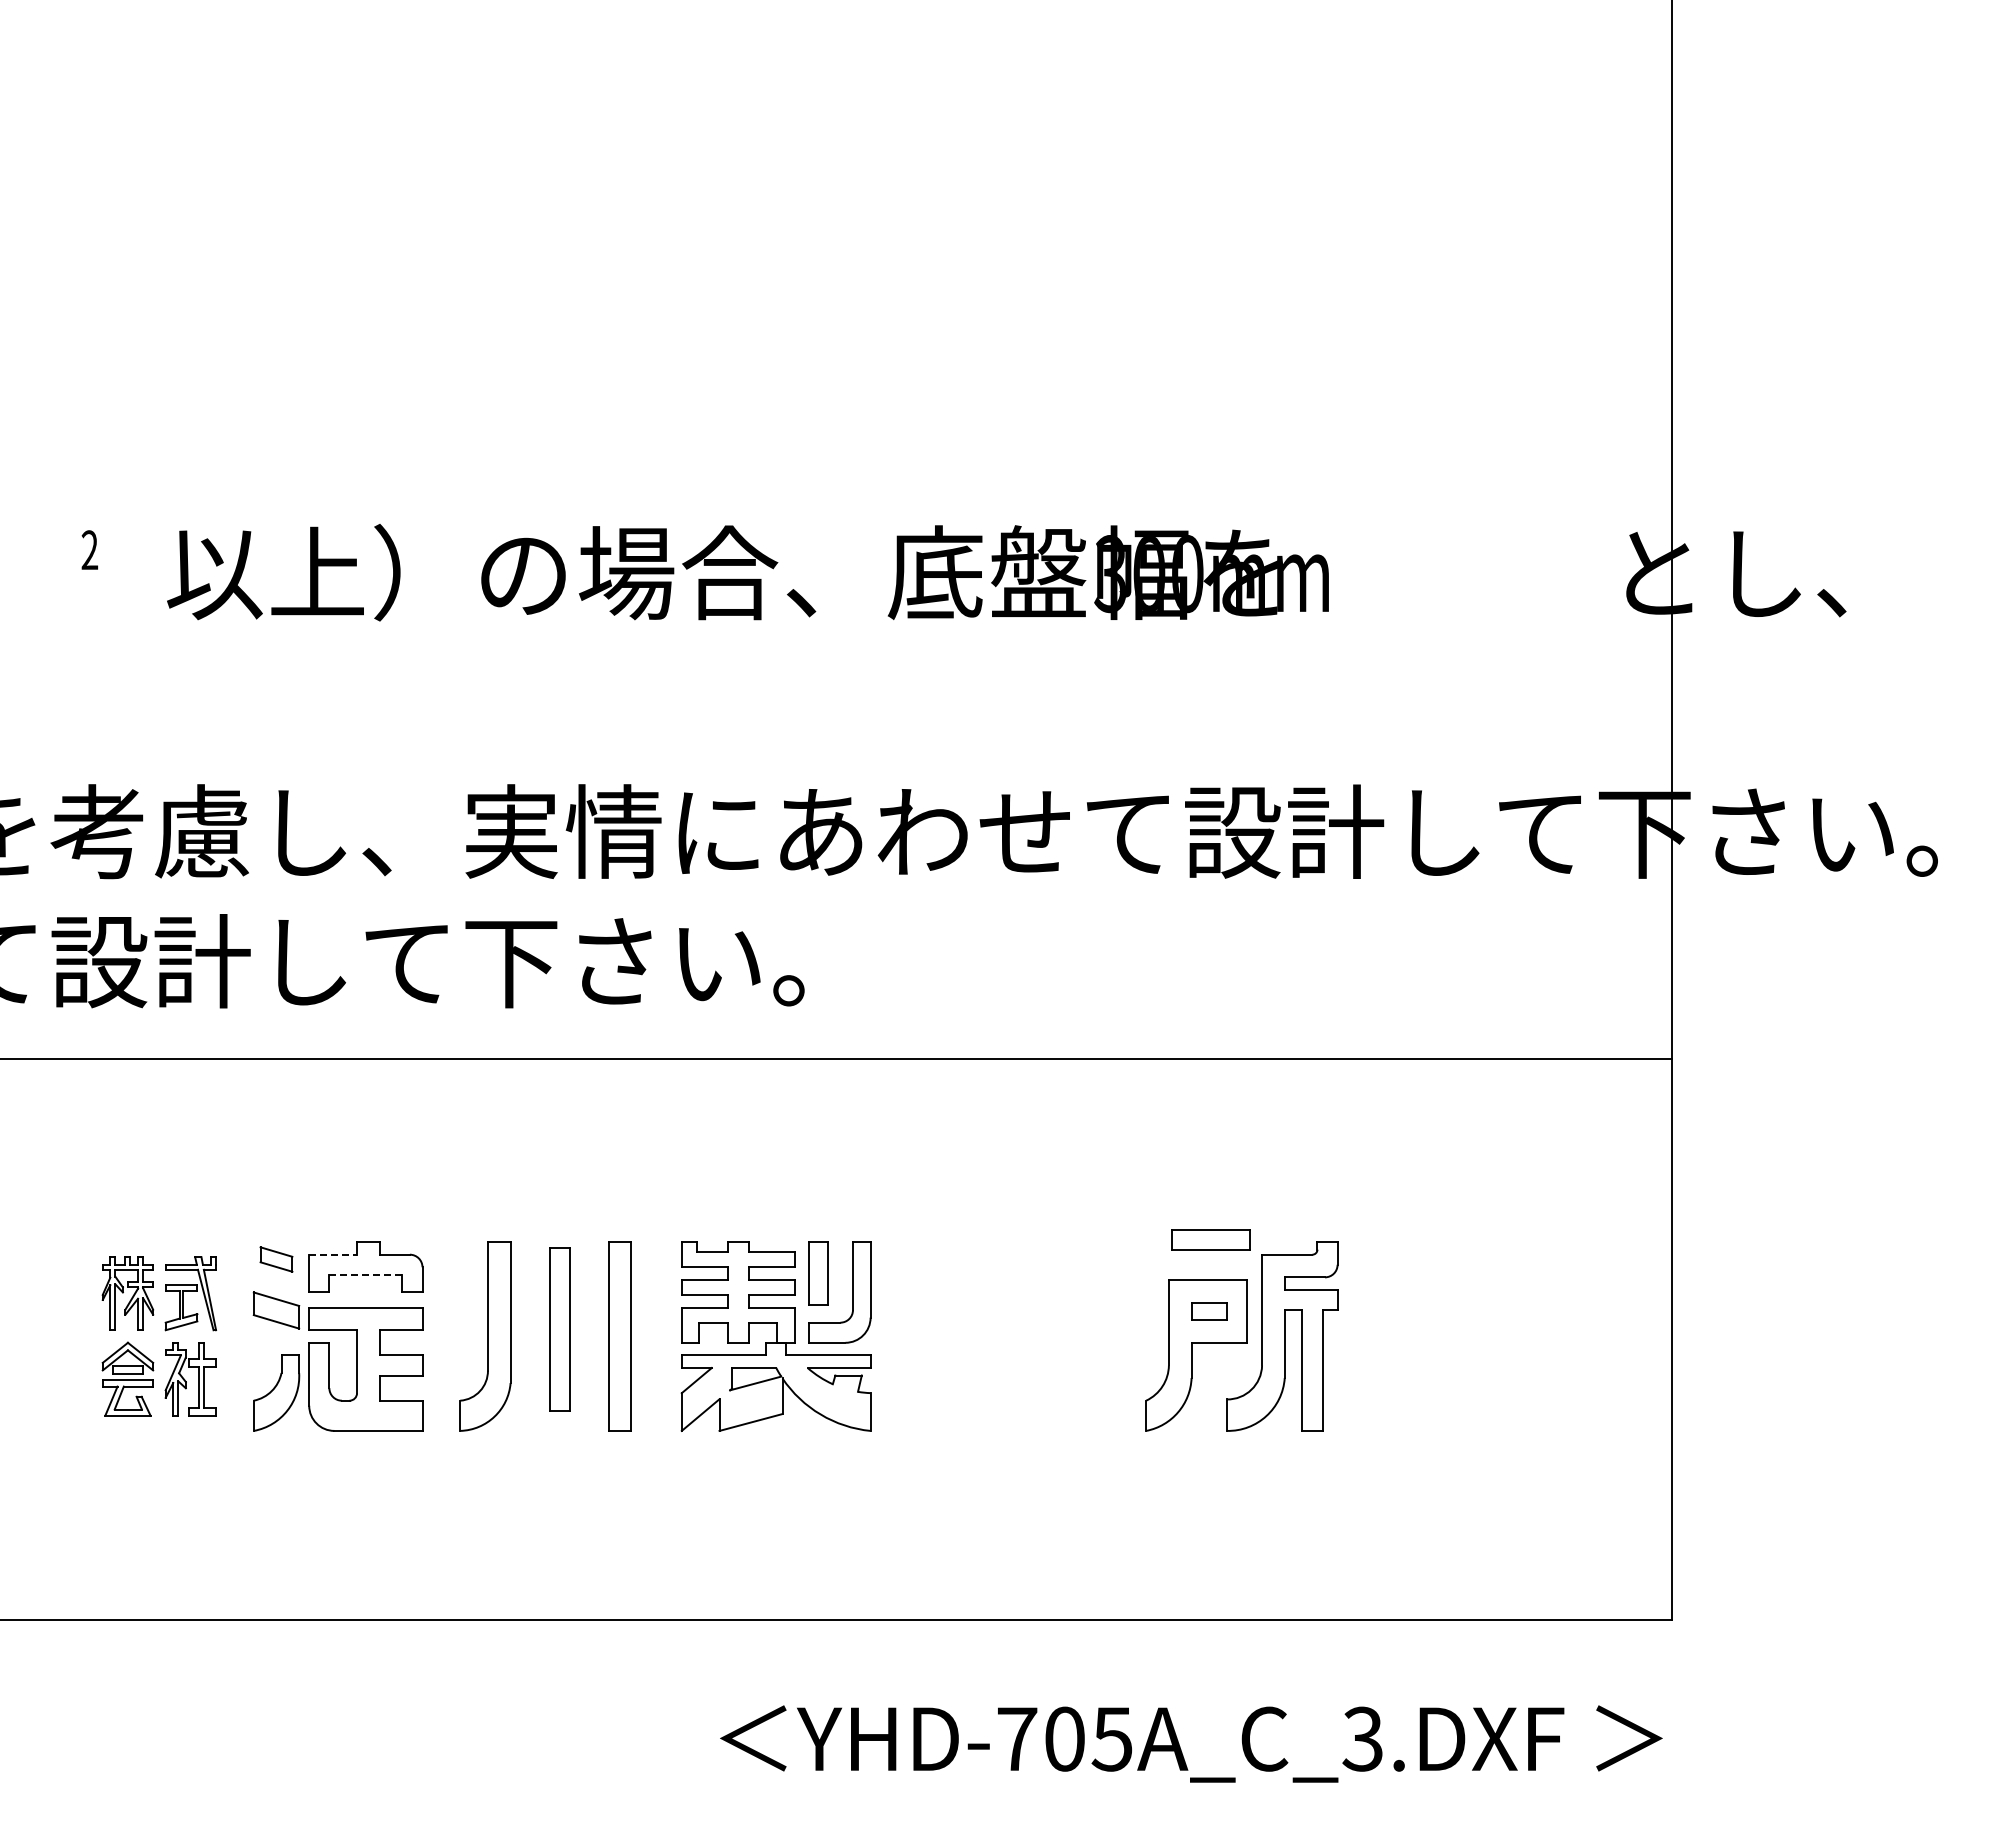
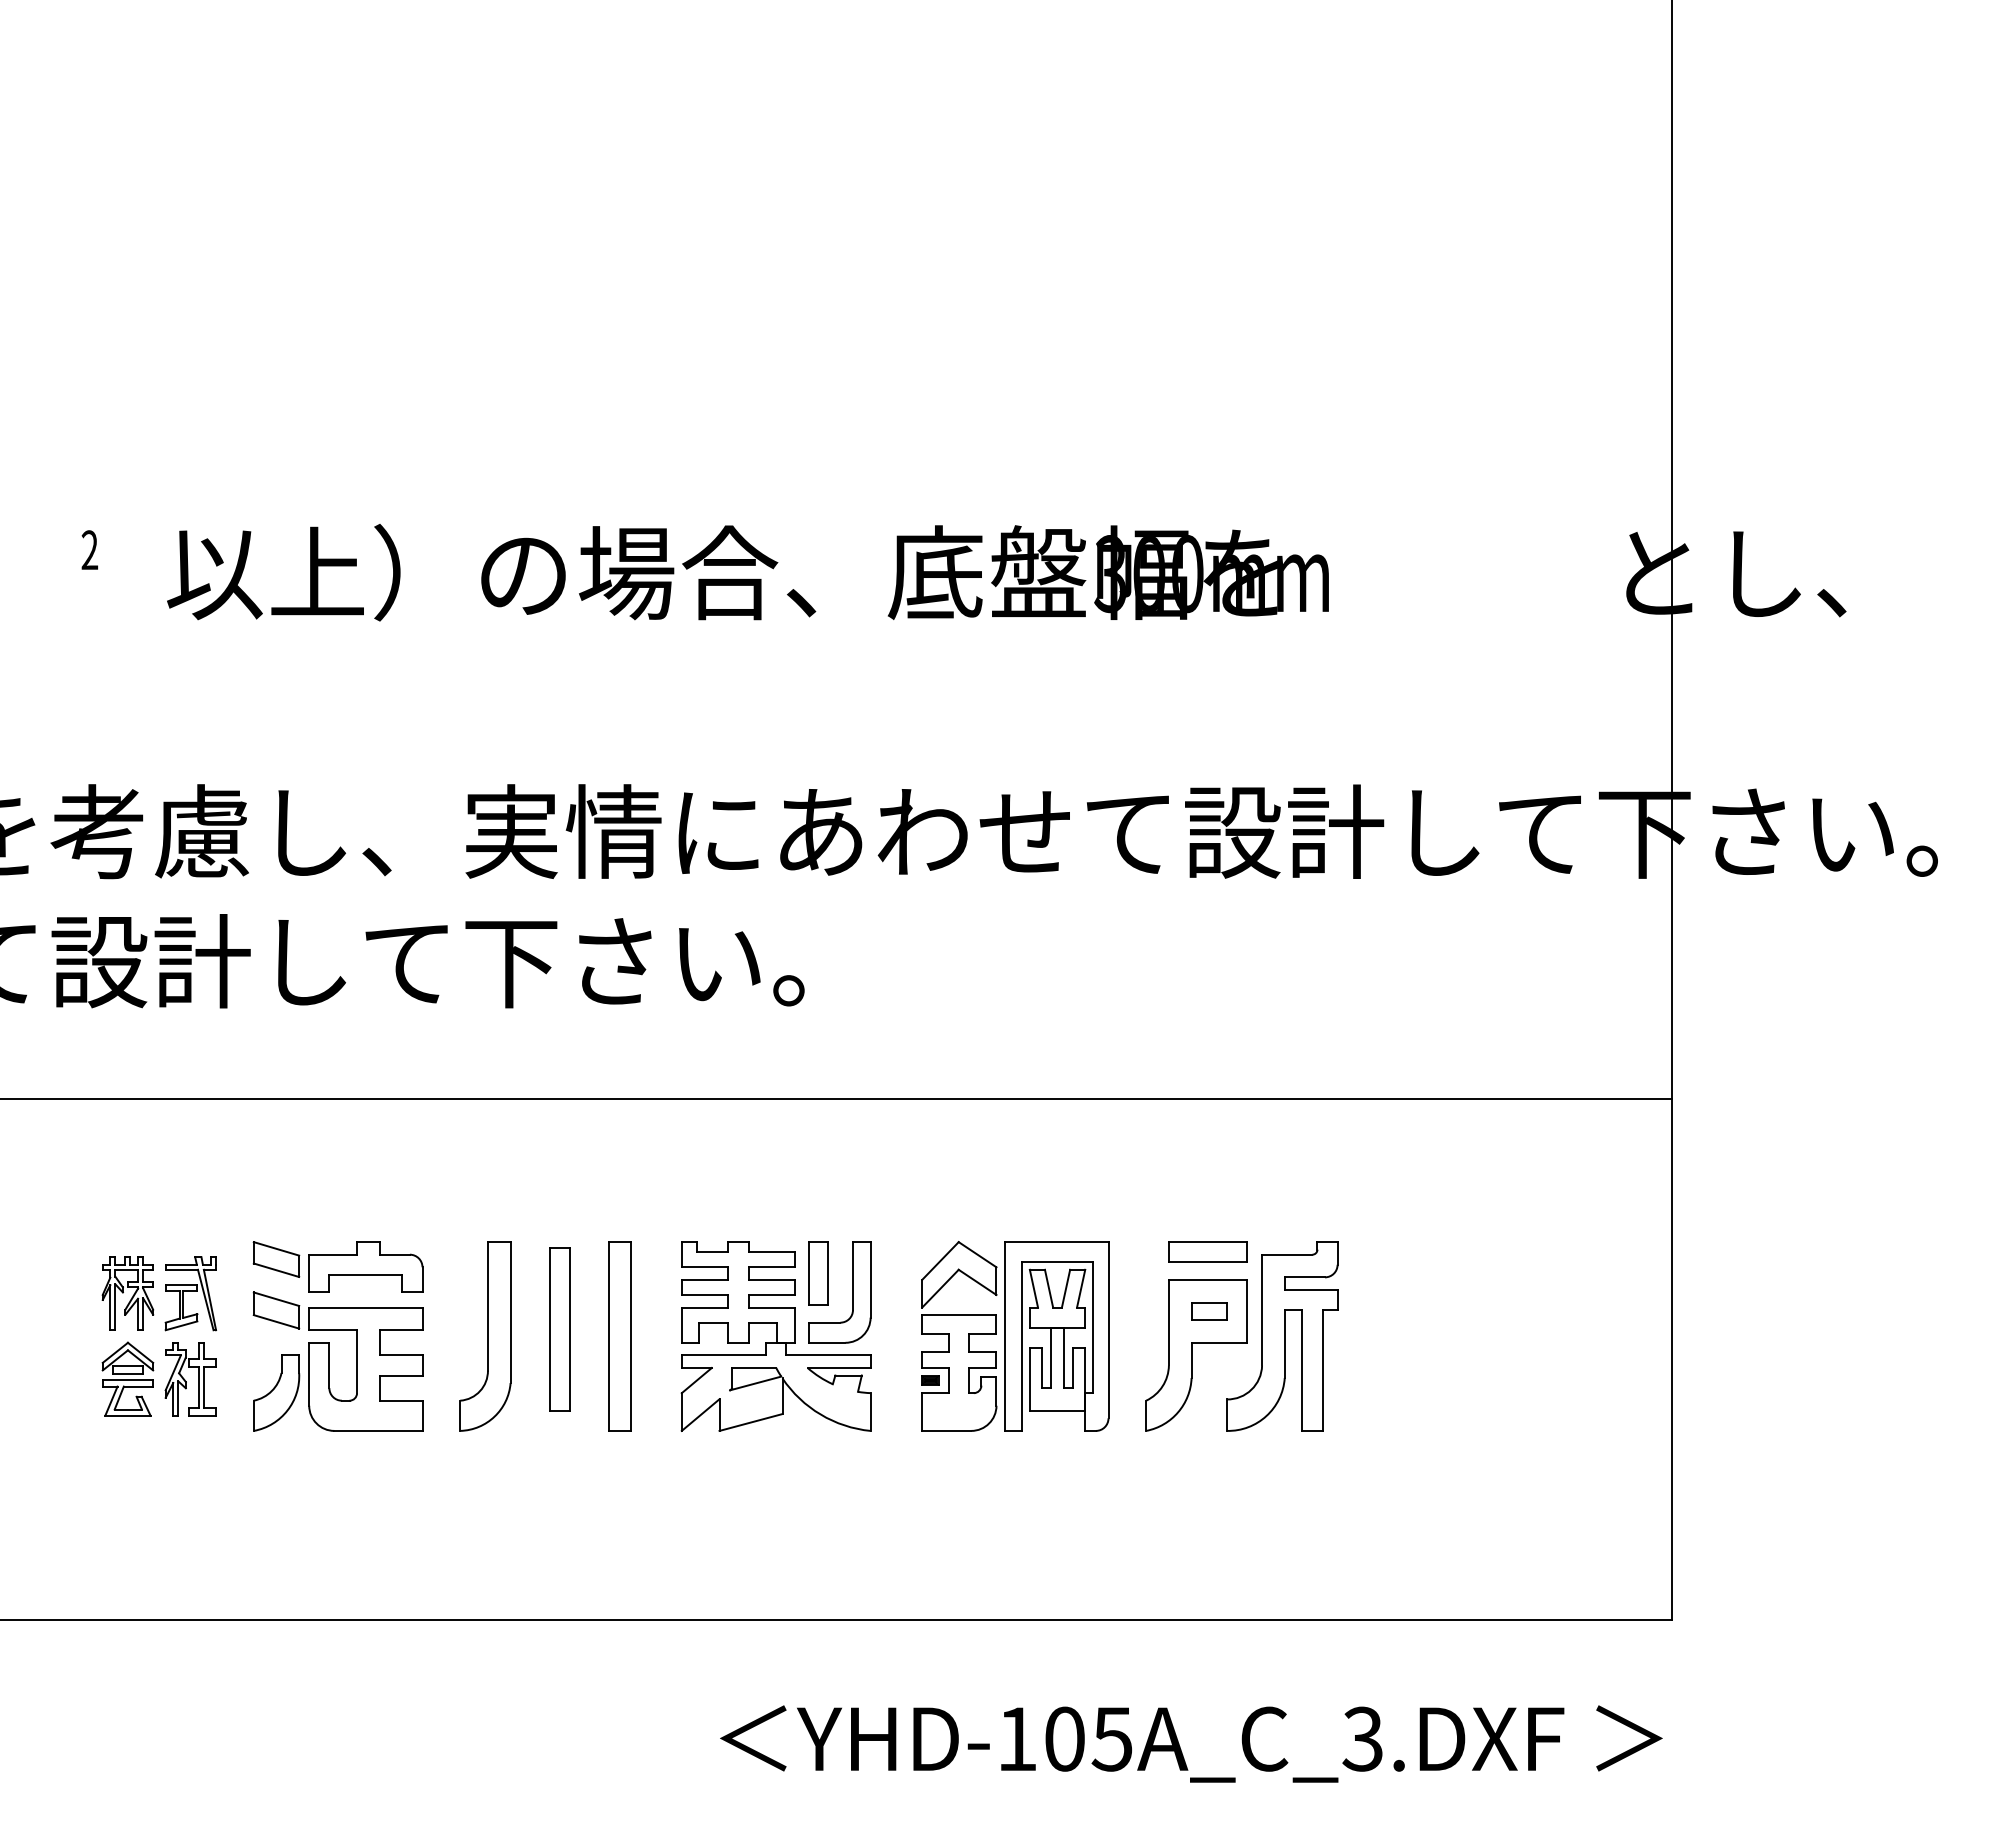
line at (836, 1058) position: (836, 1058) -> (836, 1098)
part at (1210, 1239) position: (1210, 1239) -> (1207, 1251)
line at (333, 1254): dashed -> solid
part at (276, 1259) size: 35x27 px -> 49x37 px
line at (365, 1274): dashed -> solid
part at (1015, 1336): none -> present
text at (1017, 1738): YHD-705A_C_3.DXF -> YHD-105A_C_3.DXF
